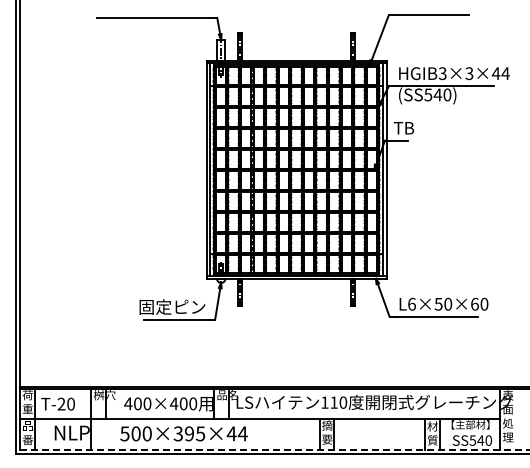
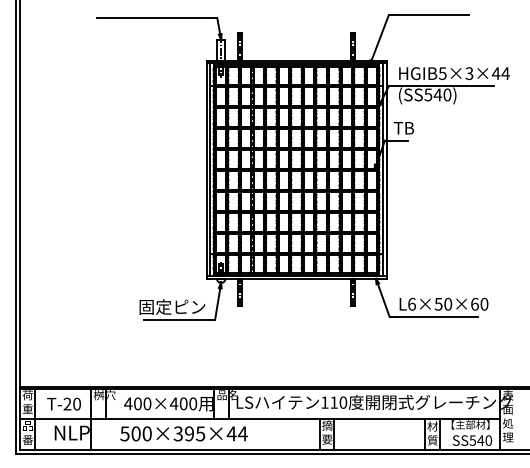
text at (442, 73): HGIB3×3×44 -> HGIB5×3×44
text at (57, 403) position: (57, 403) -> (63, 403)
line at (274, 449): dashed -> solid
